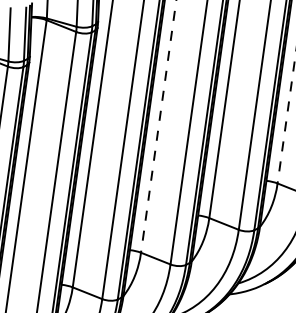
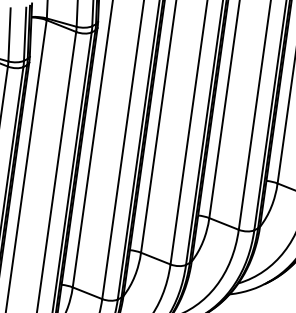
line at (286, 118): dashed -> solid
line at (158, 127): dashed -> solid
